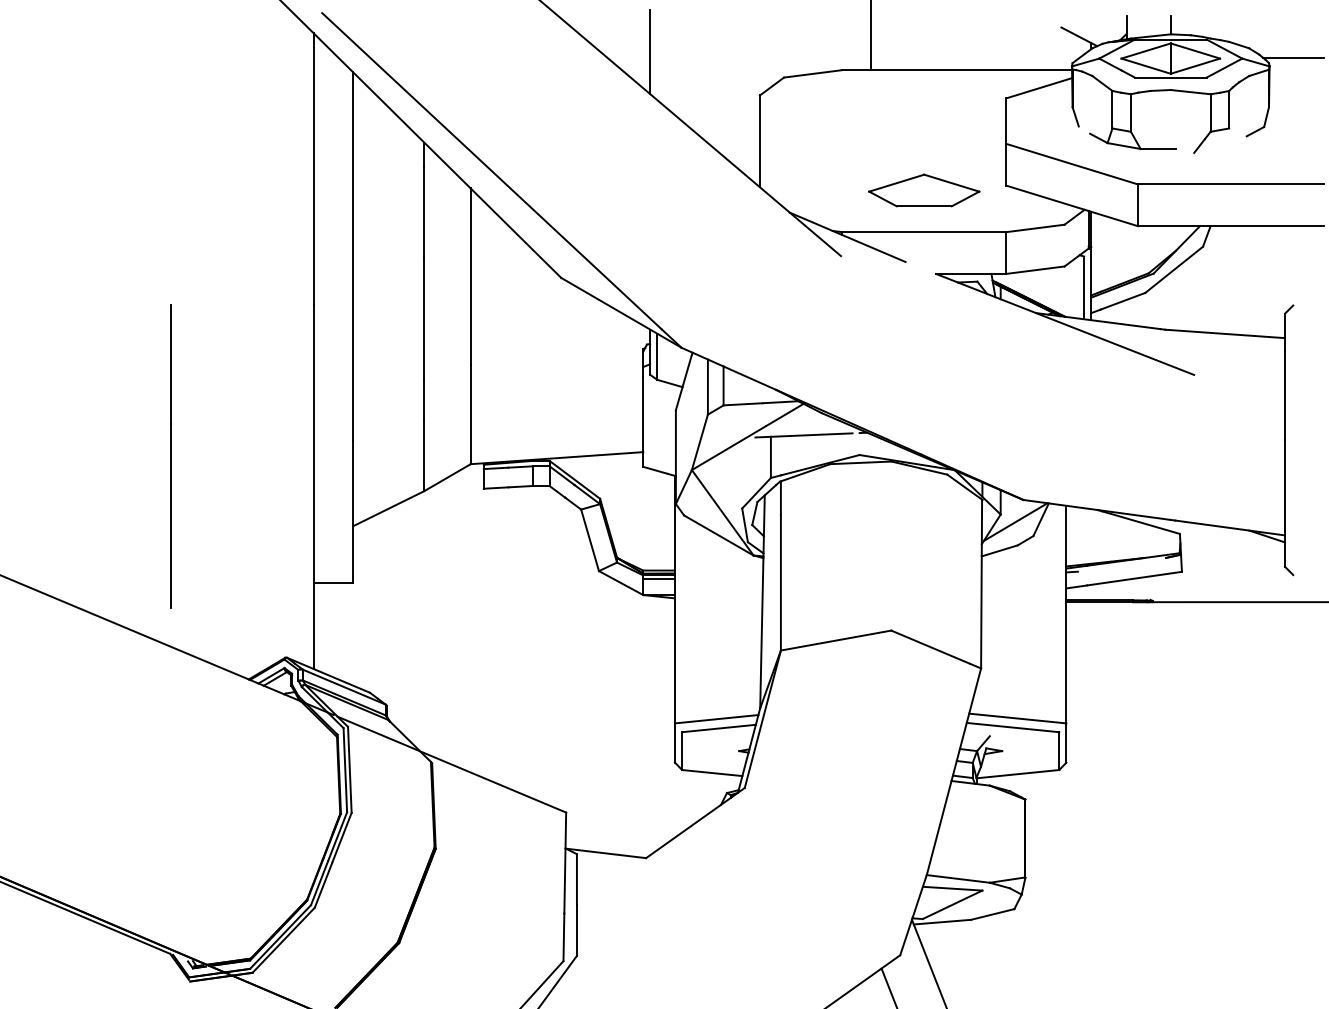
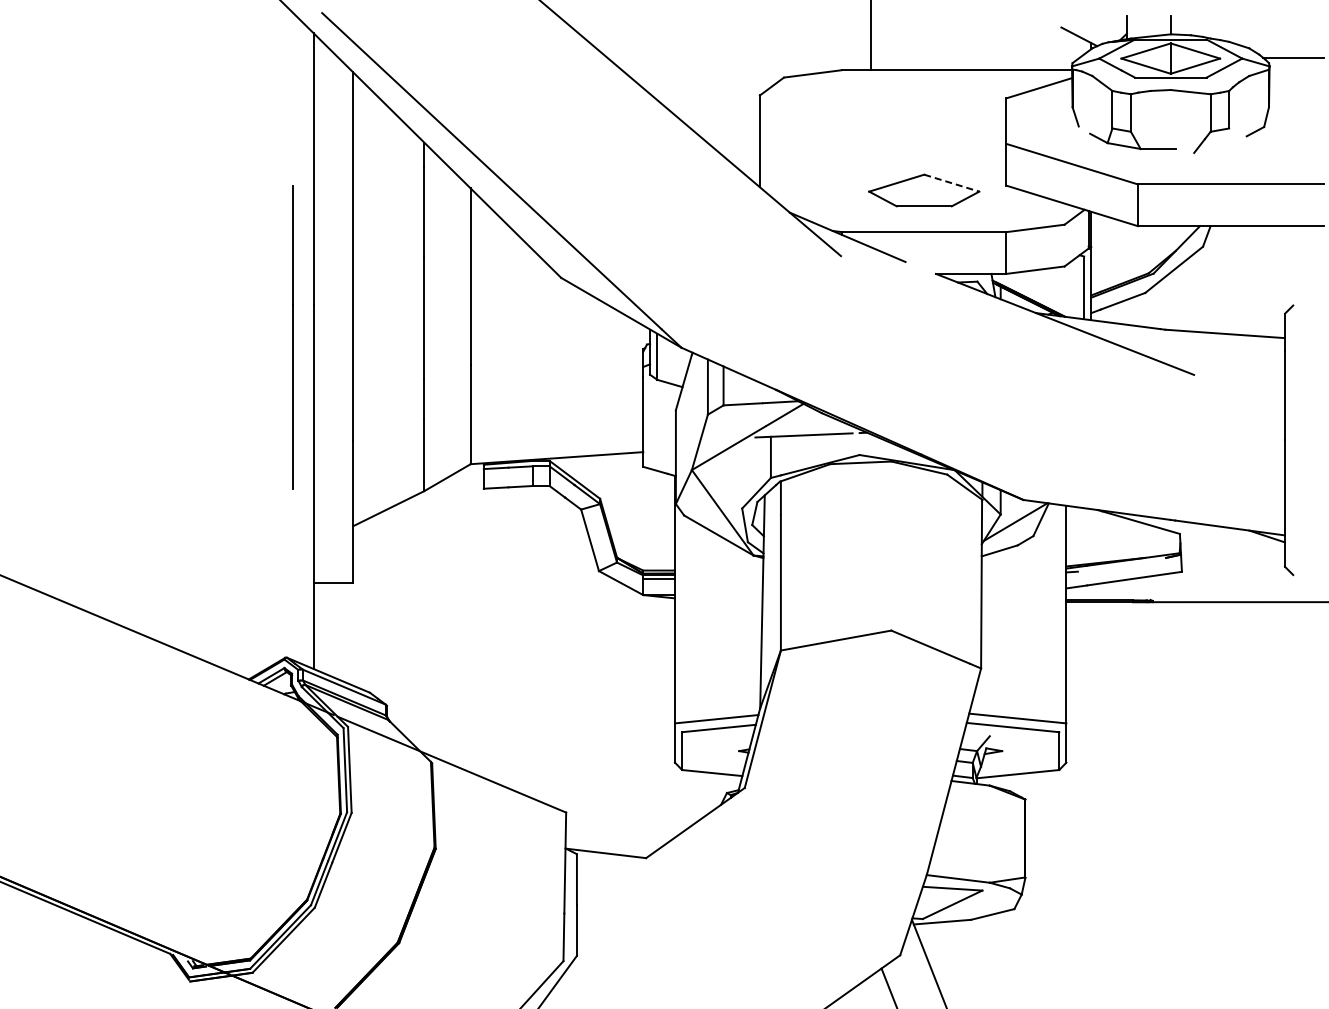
line at (650, 52): present -> none
line at (951, 183): solid -> dashed
line at (170, 456) position: (170, 456) -> (292, 337)
